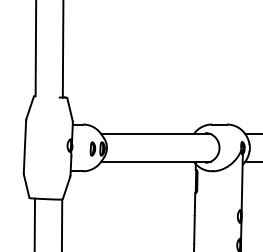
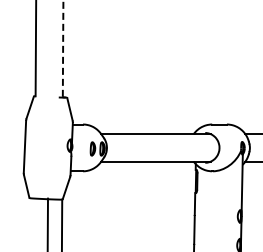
line at (63, 49): solid -> dashed
line at (34, 223) position: (34, 223) -> (47, 223)
